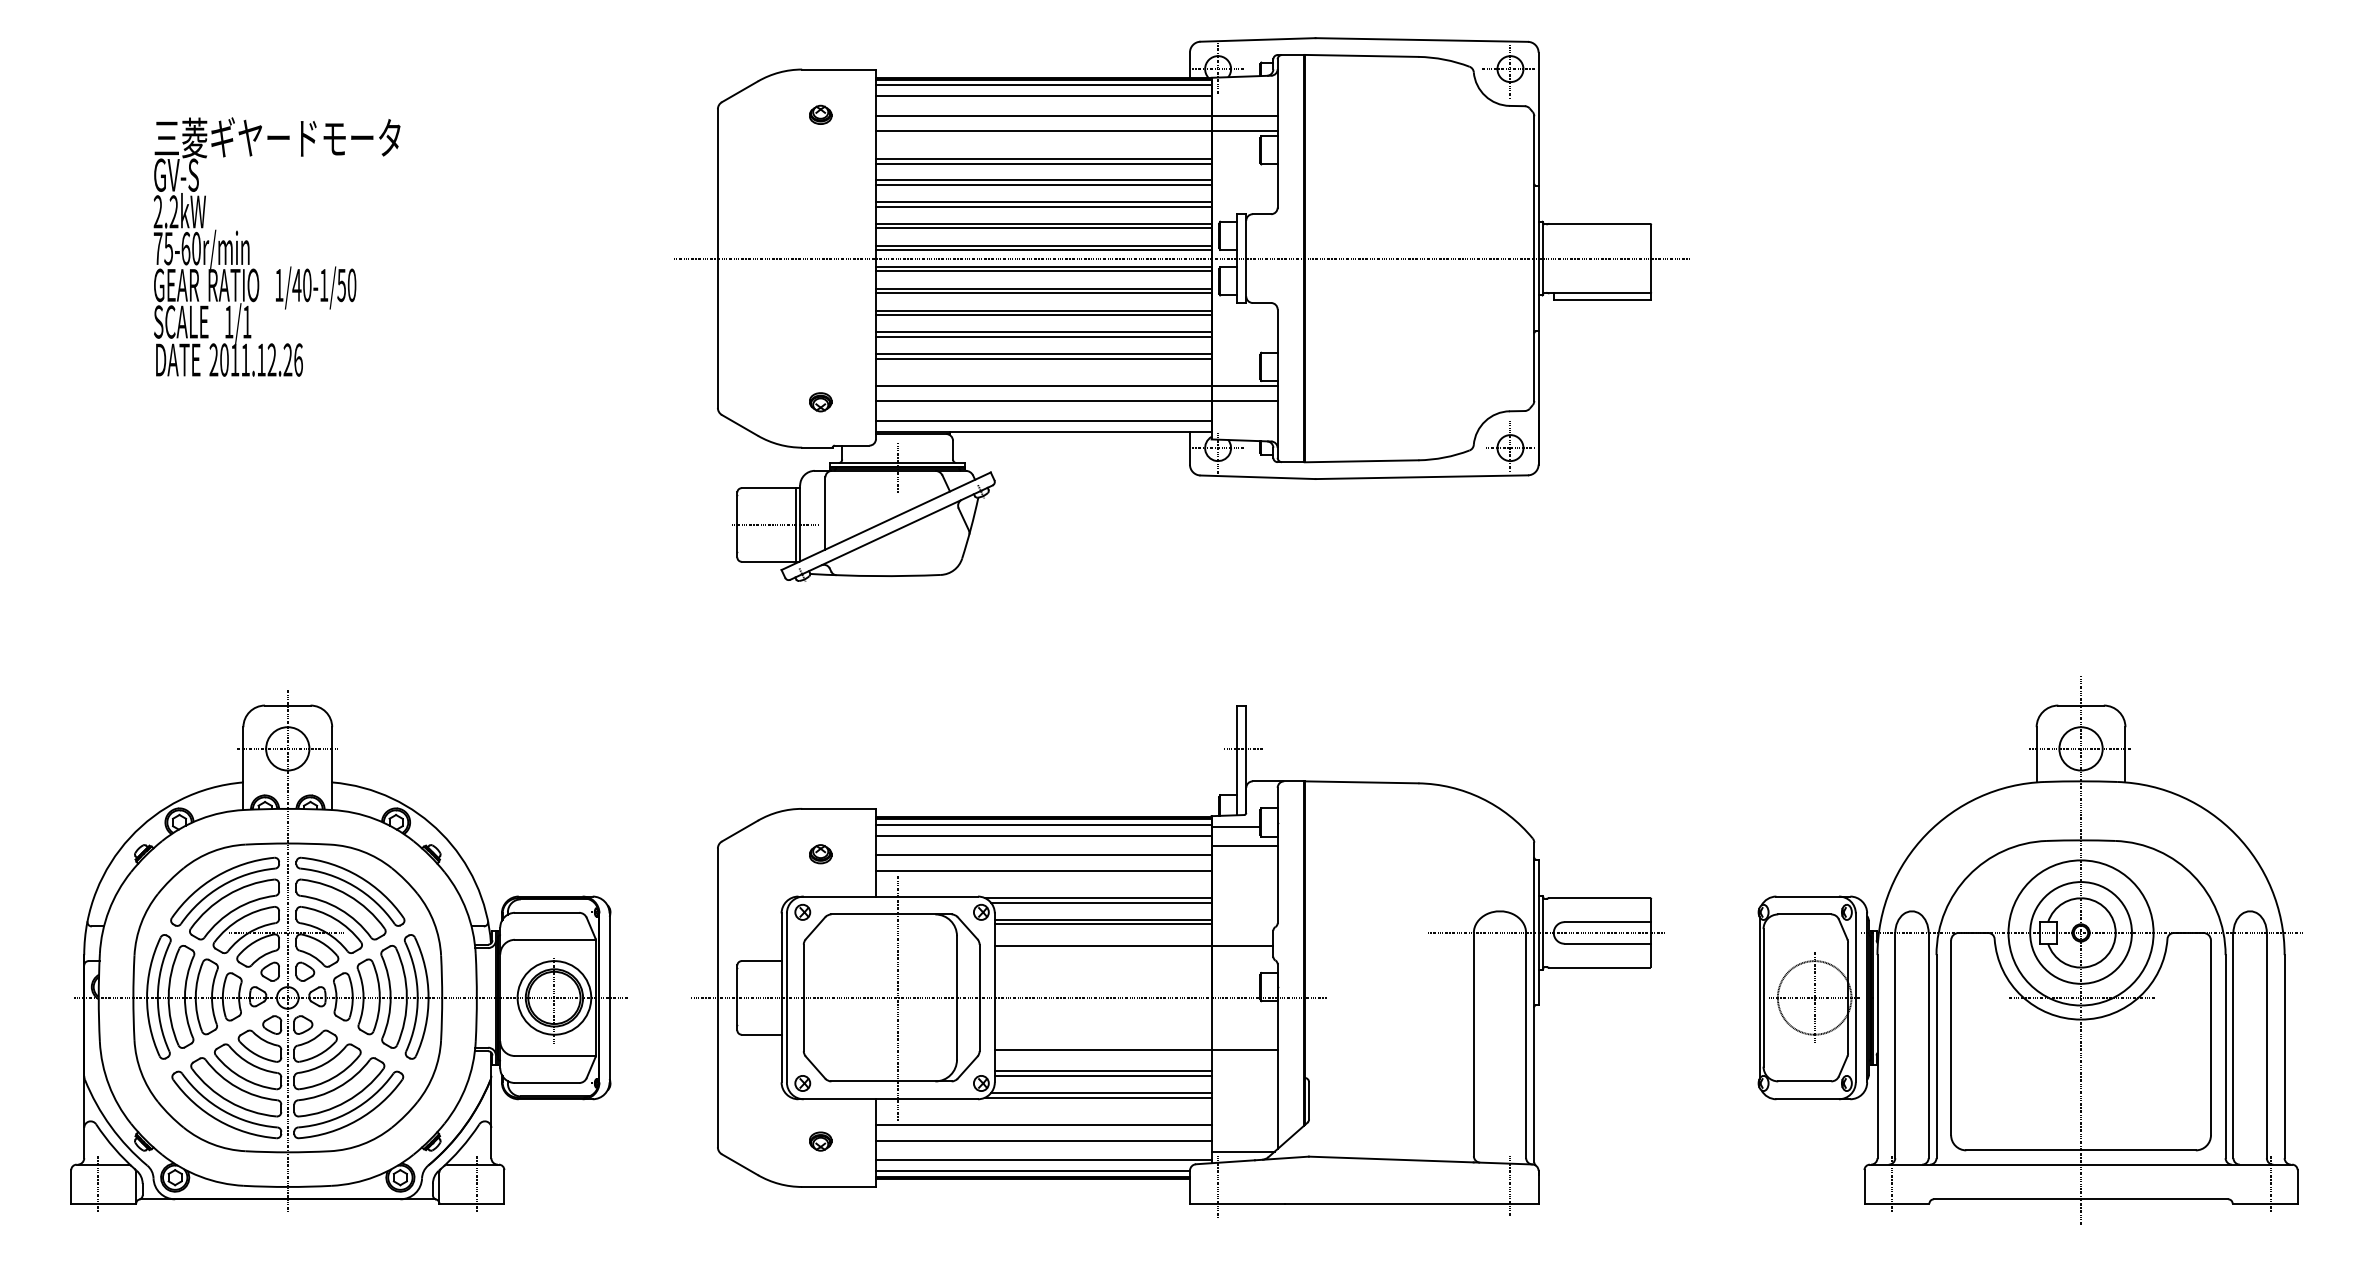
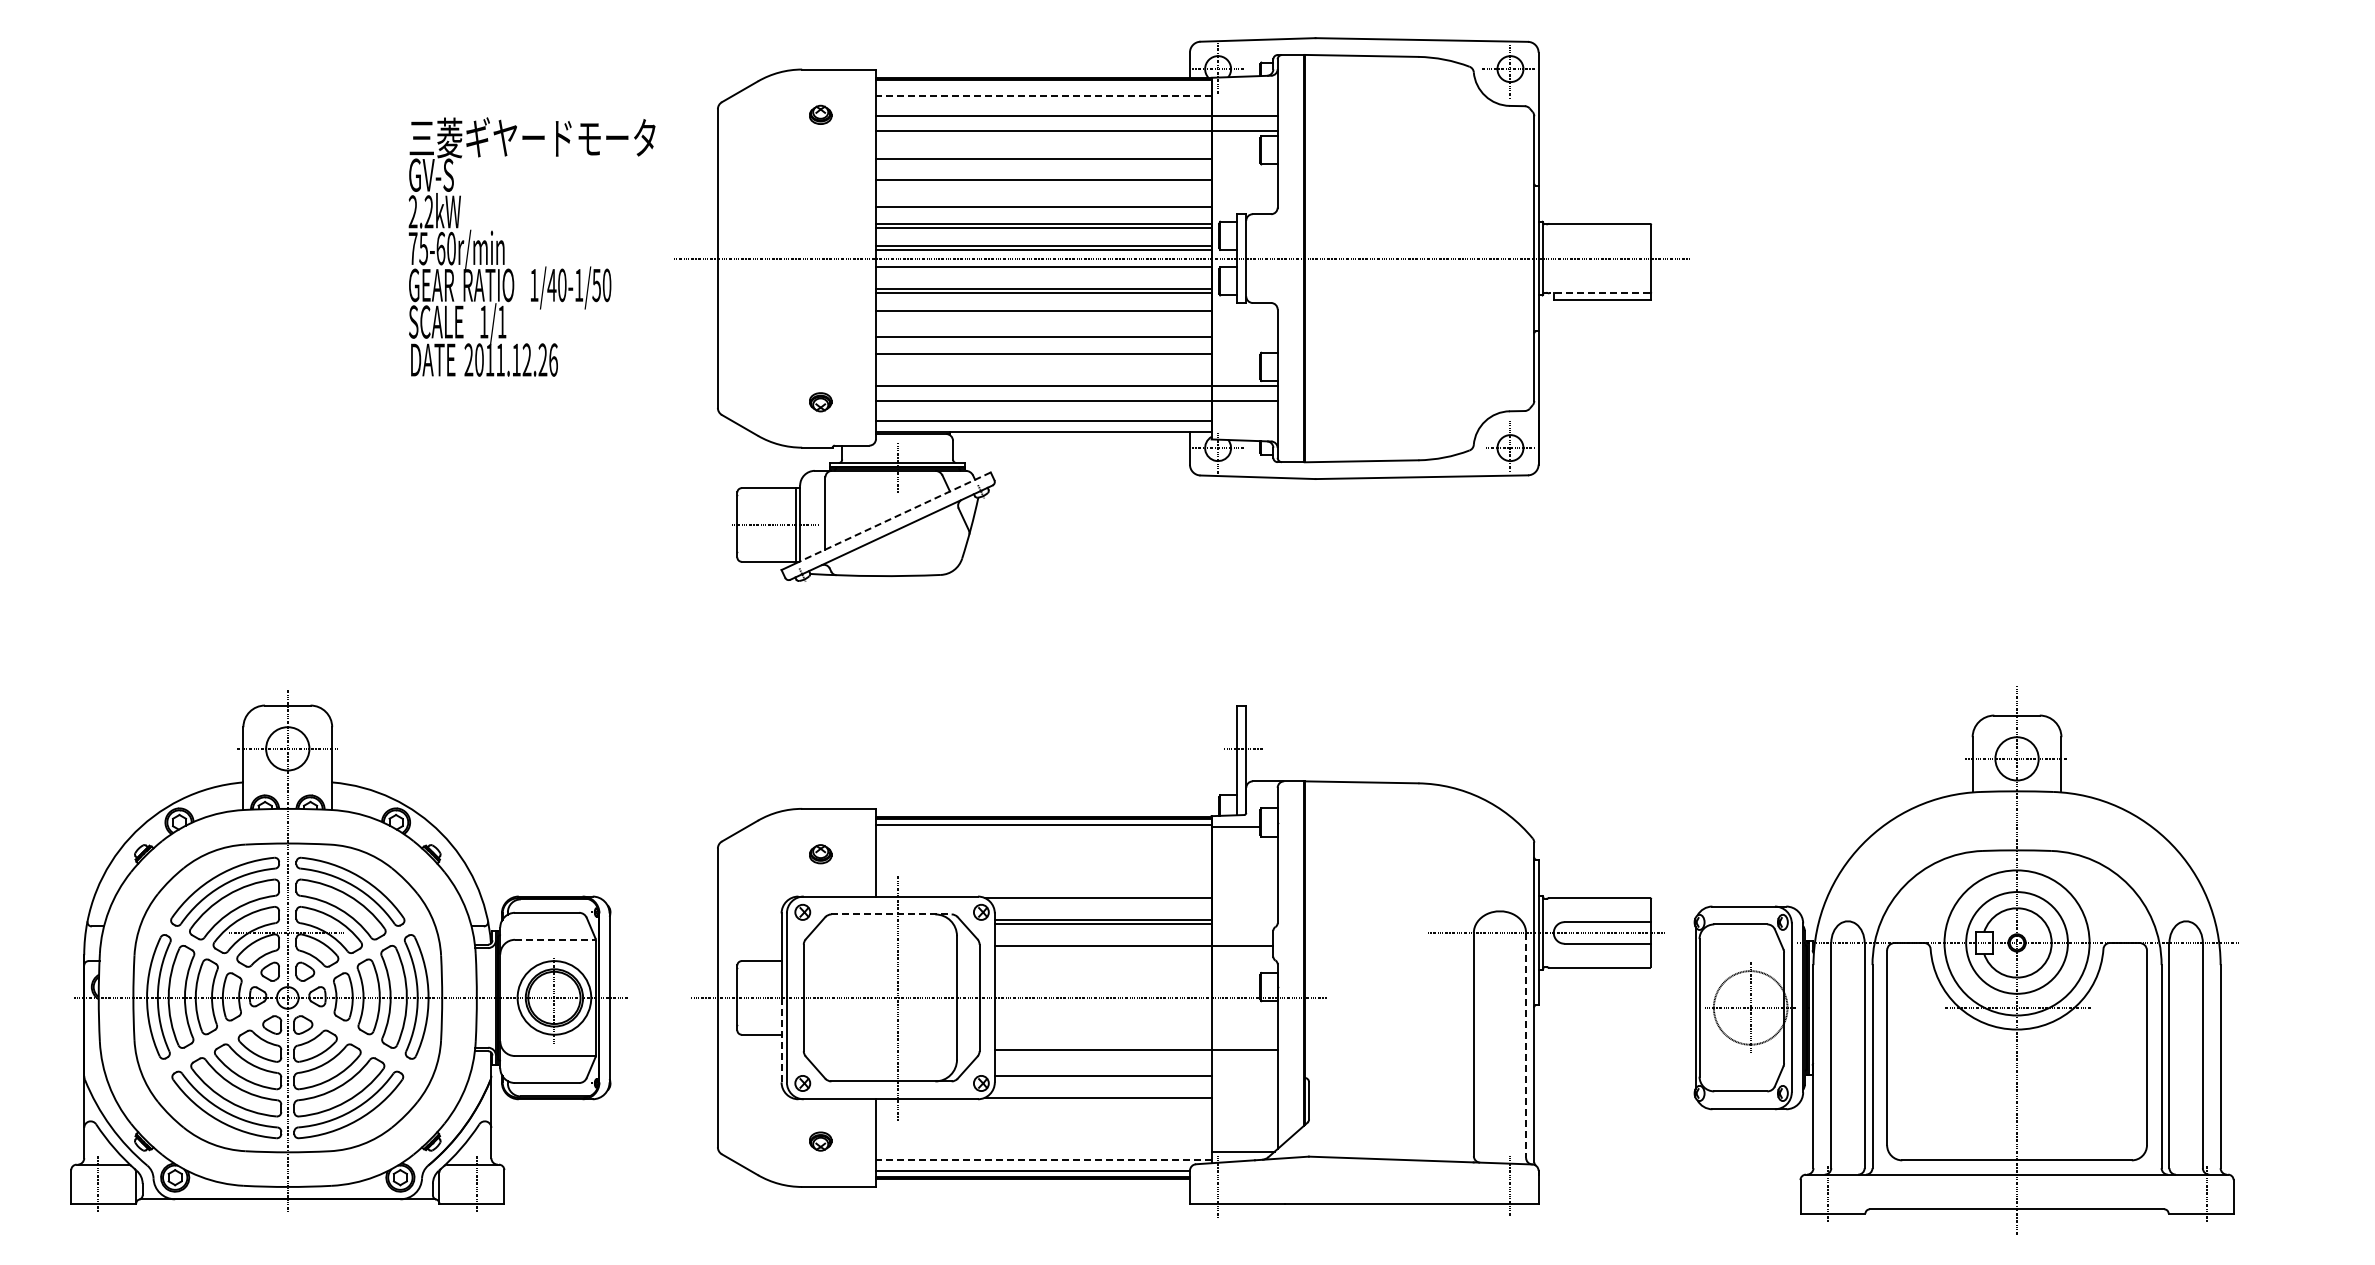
line at (1043, 85): present -> none
line at (1043, 96): solid -> dashed
line at (1043, 163): present -> none
line at (1043, 185): present -> none
line at (1043, 202): present -> none
text at (276, 246) position: (276, 246) -> (531, 246)
line at (1043, 271): present -> none
line at (1599, 293): solid -> dashed
line at (1043, 315): present -> none
line at (1043, 332): present -> none
line at (1043, 358): present -> none
line at (895, 517): solid -> dashed
line at (1043, 835): present -> none
line at (1244, 846): present -> none
line at (1043, 855): present -> none
line at (1043, 870): present -> none
line at (1101, 902): present -> none
line at (892, 914): solid -> dashed
line at (555, 939): solid -> dashed
part at (2029, 950) position: (2029, 950) -> (1965, 960)
line at (781, 1040): solid -> dashed
line at (1526, 1045): solid -> dashed
line at (1102, 1071): present -> none
line at (1101, 1093): present -> none
line at (1043, 1125): present -> none
line at (1043, 1140): present -> none
line at (1043, 1160): solid -> dashed
